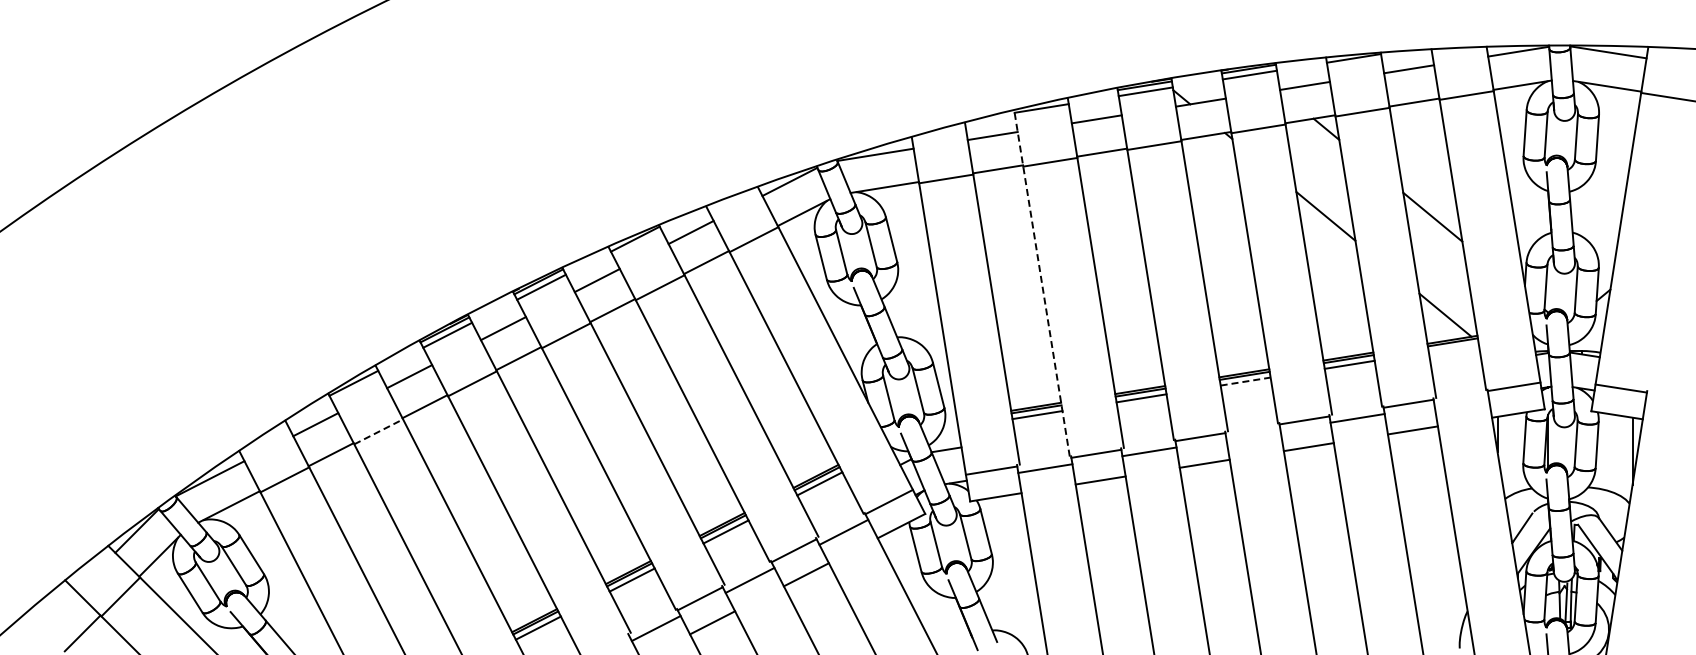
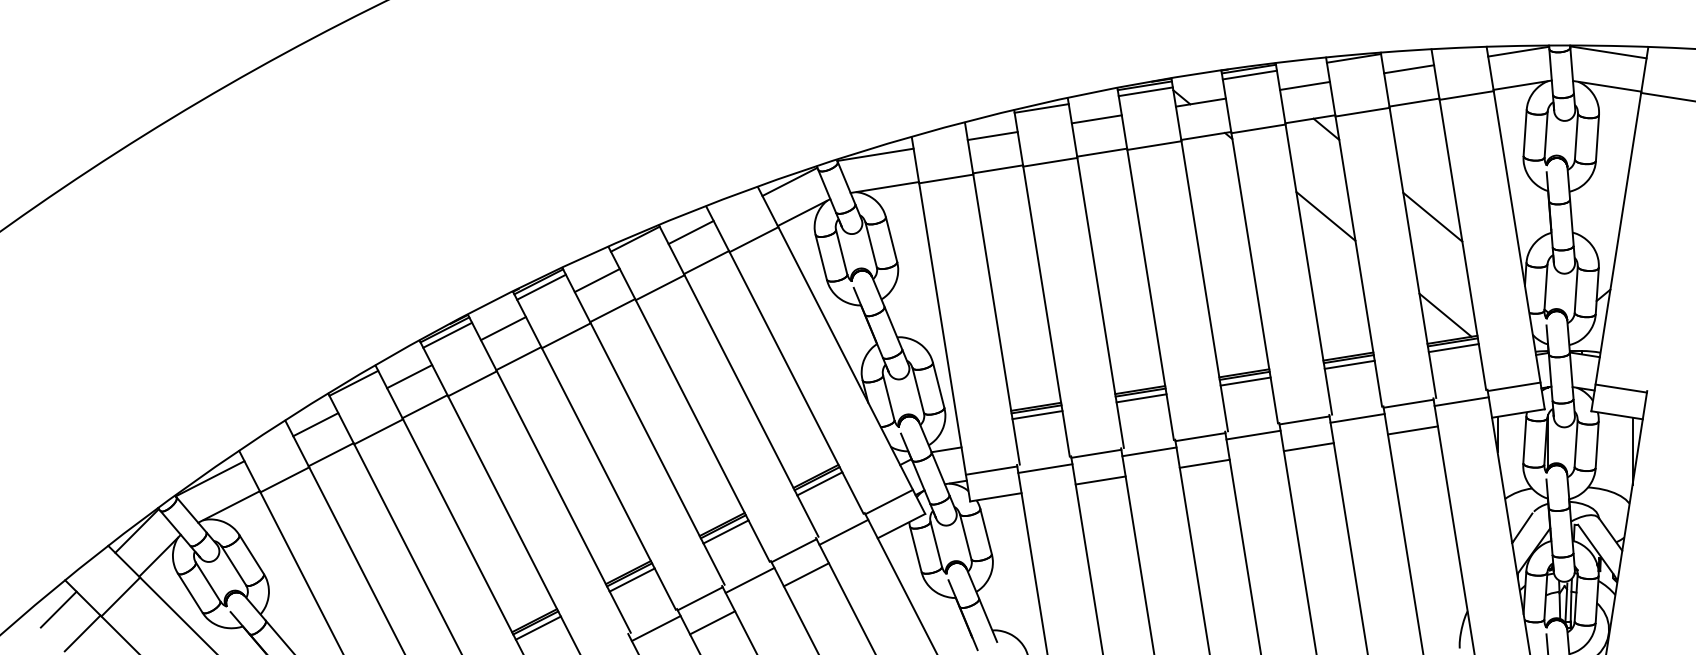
line at (1041, 283): dashed -> solid
line at (1453, 348): none -> present
line at (1246, 381): dashed -> solid
line at (1461, 401): none -> present
line at (379, 431): dashed -> solid
line at (1253, 434): none -> present
line at (58, 609): none -> present
